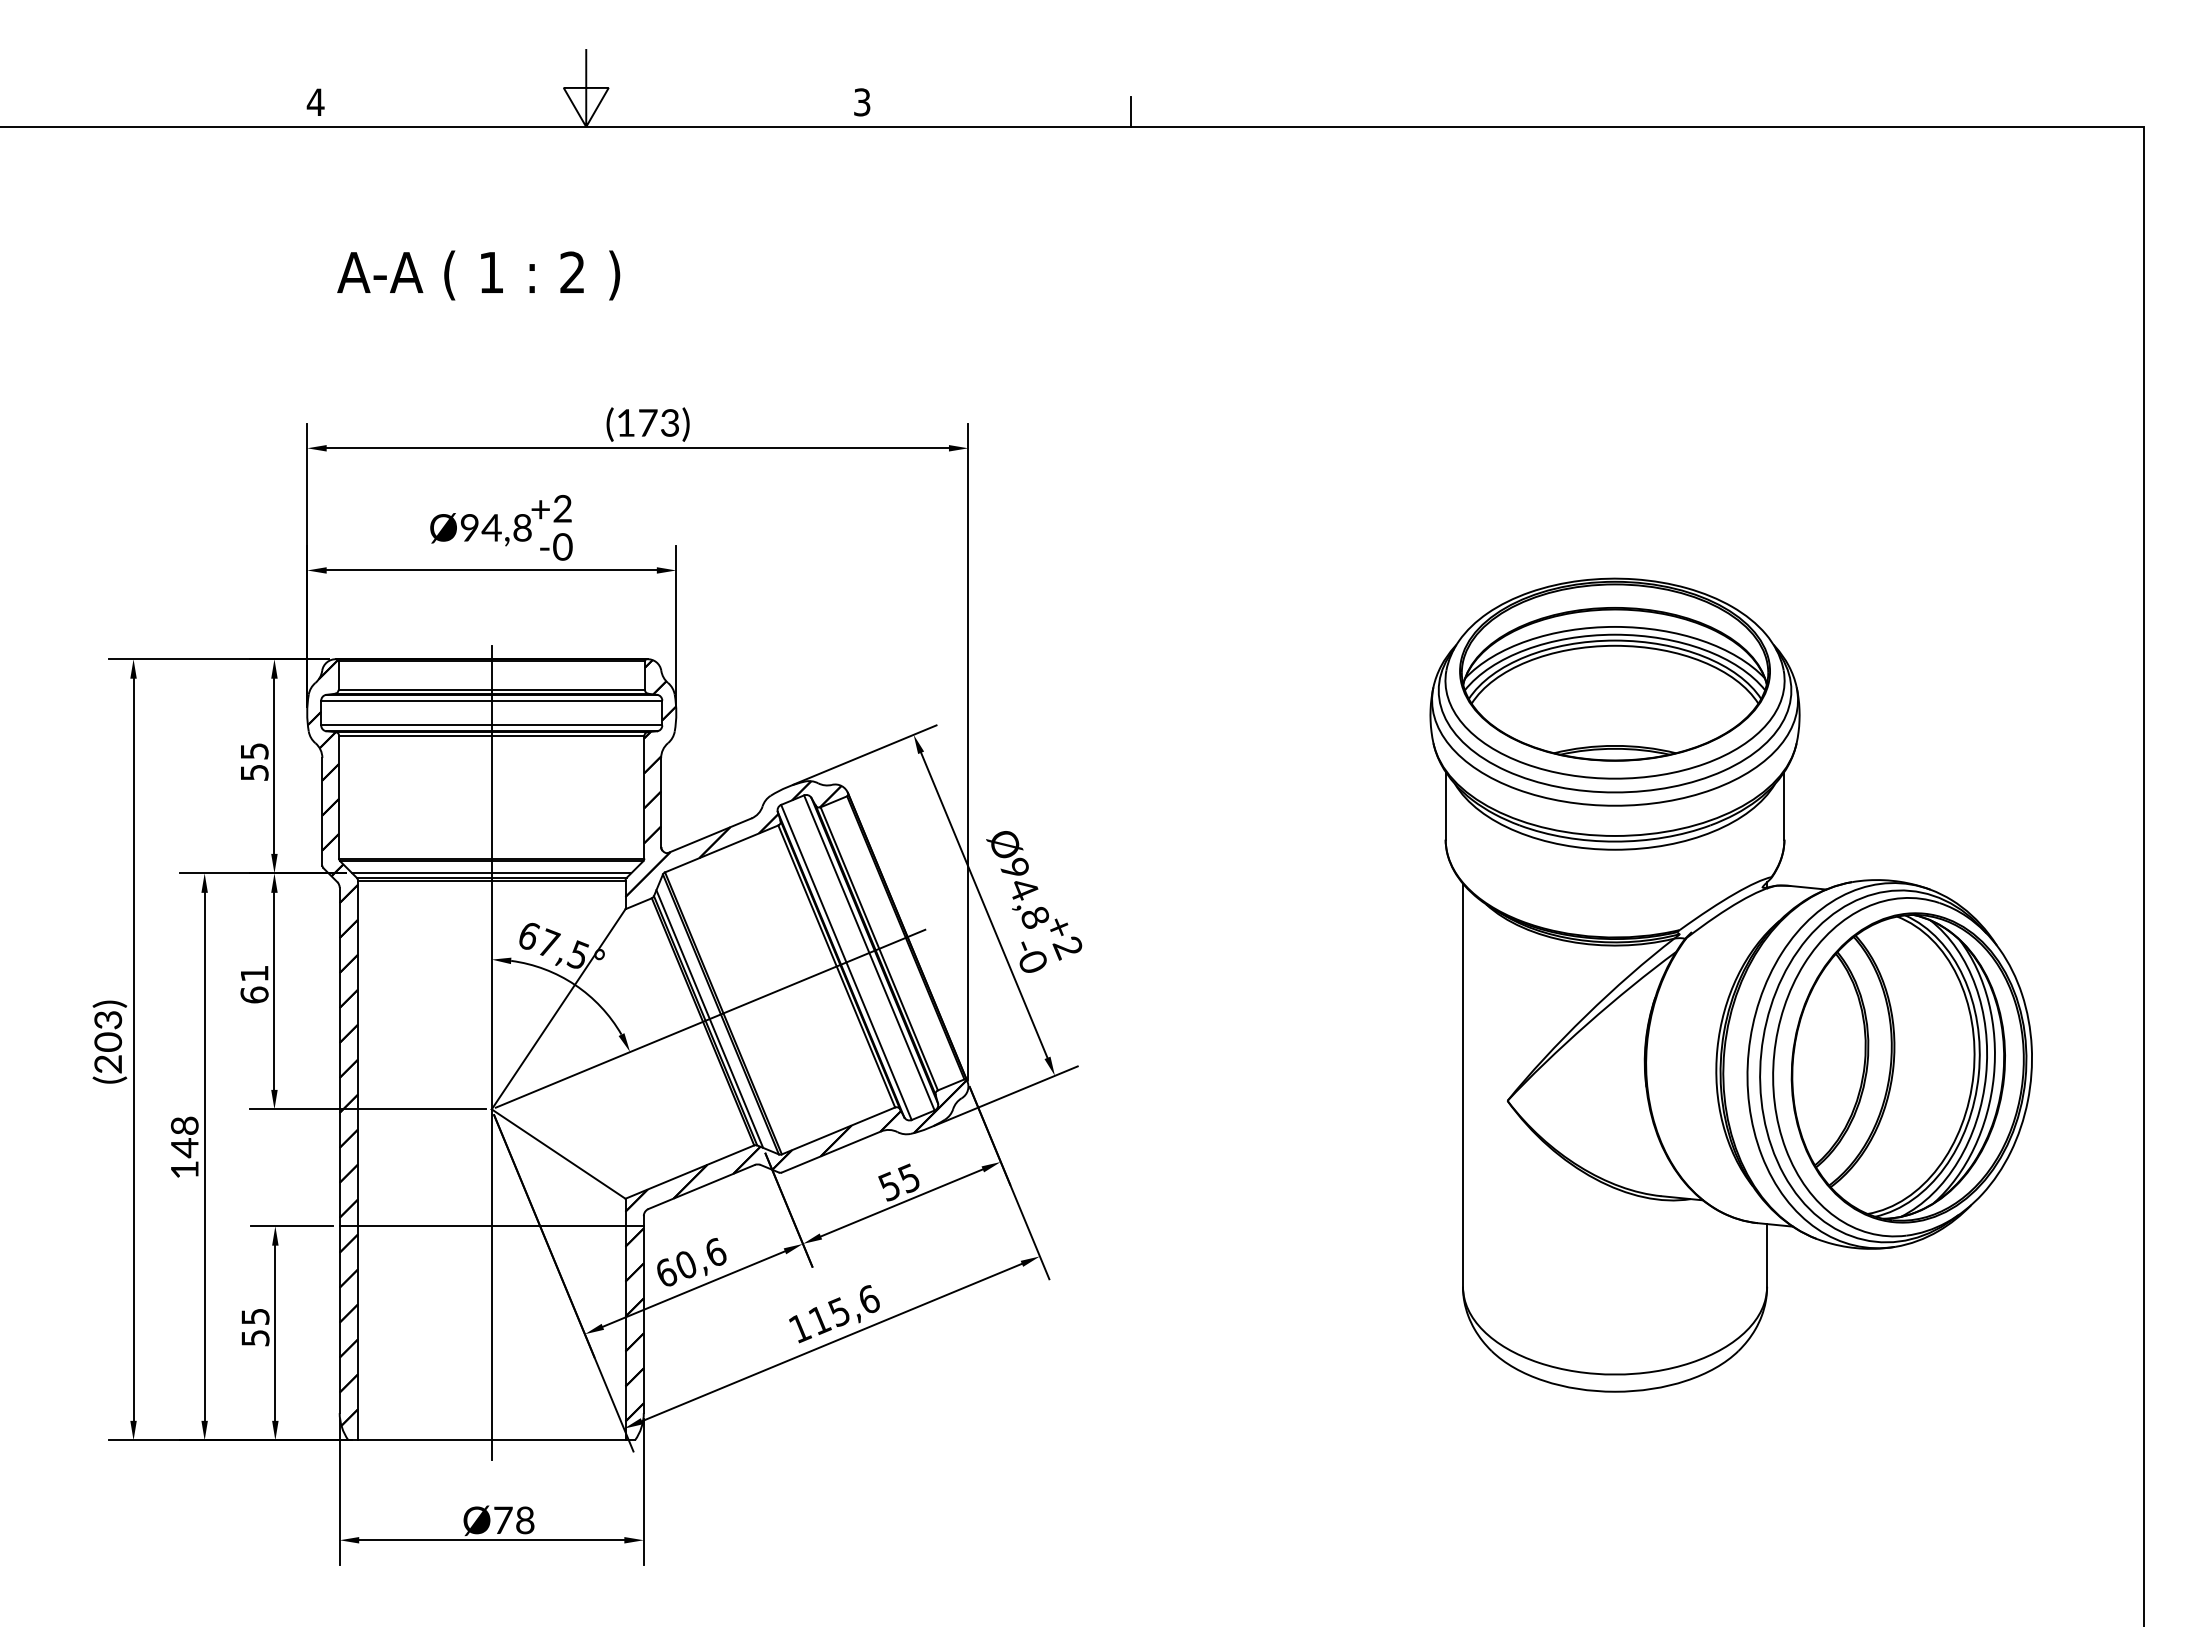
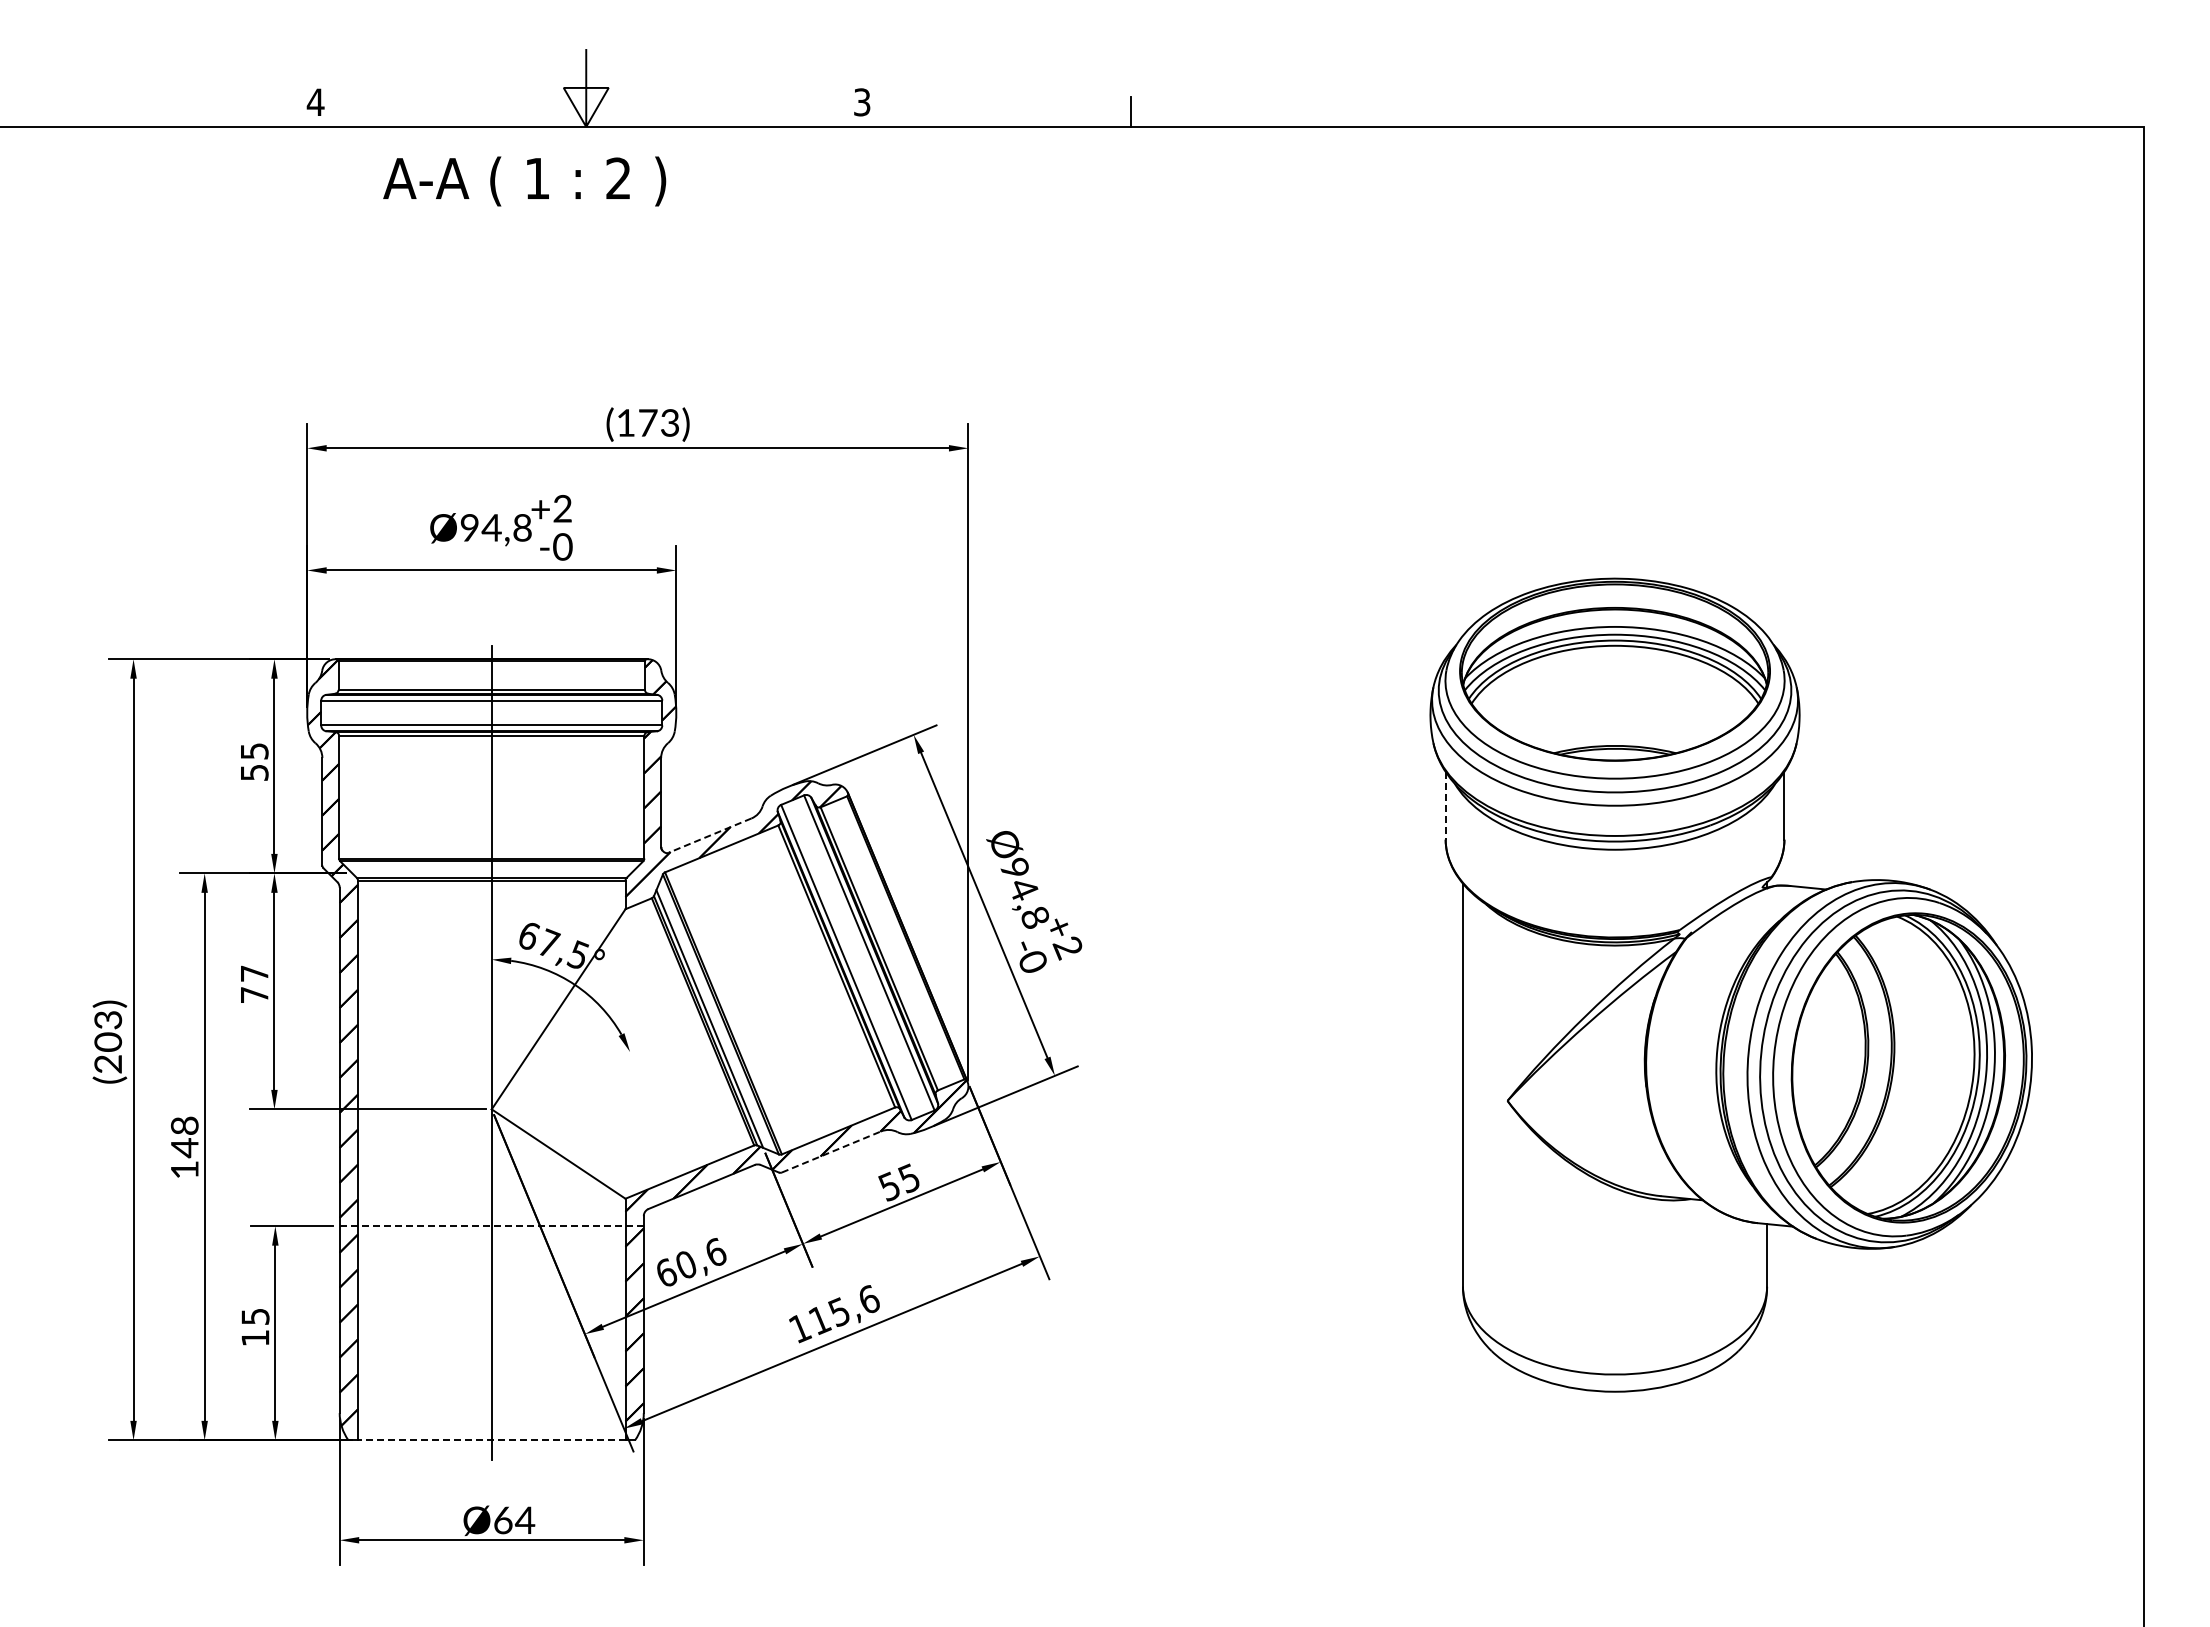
text at (478, 275) position: (478, 275) -> (524, 181)
line at (1445, 805): solid -> dashed
line at (709, 835): solid -> dashed
line at (491, 873): present -> none
text at (254, 984): 61 -> 77
line at (710, 1018): present -> none
line at (831, 1151): solid -> dashed
line at (492, 1226): solid -> dashed
text at (255, 1338): 55 -> 15
line at (491, 1440): solid -> dashed
text at (514, 1520): Ø78 -> Ø64
